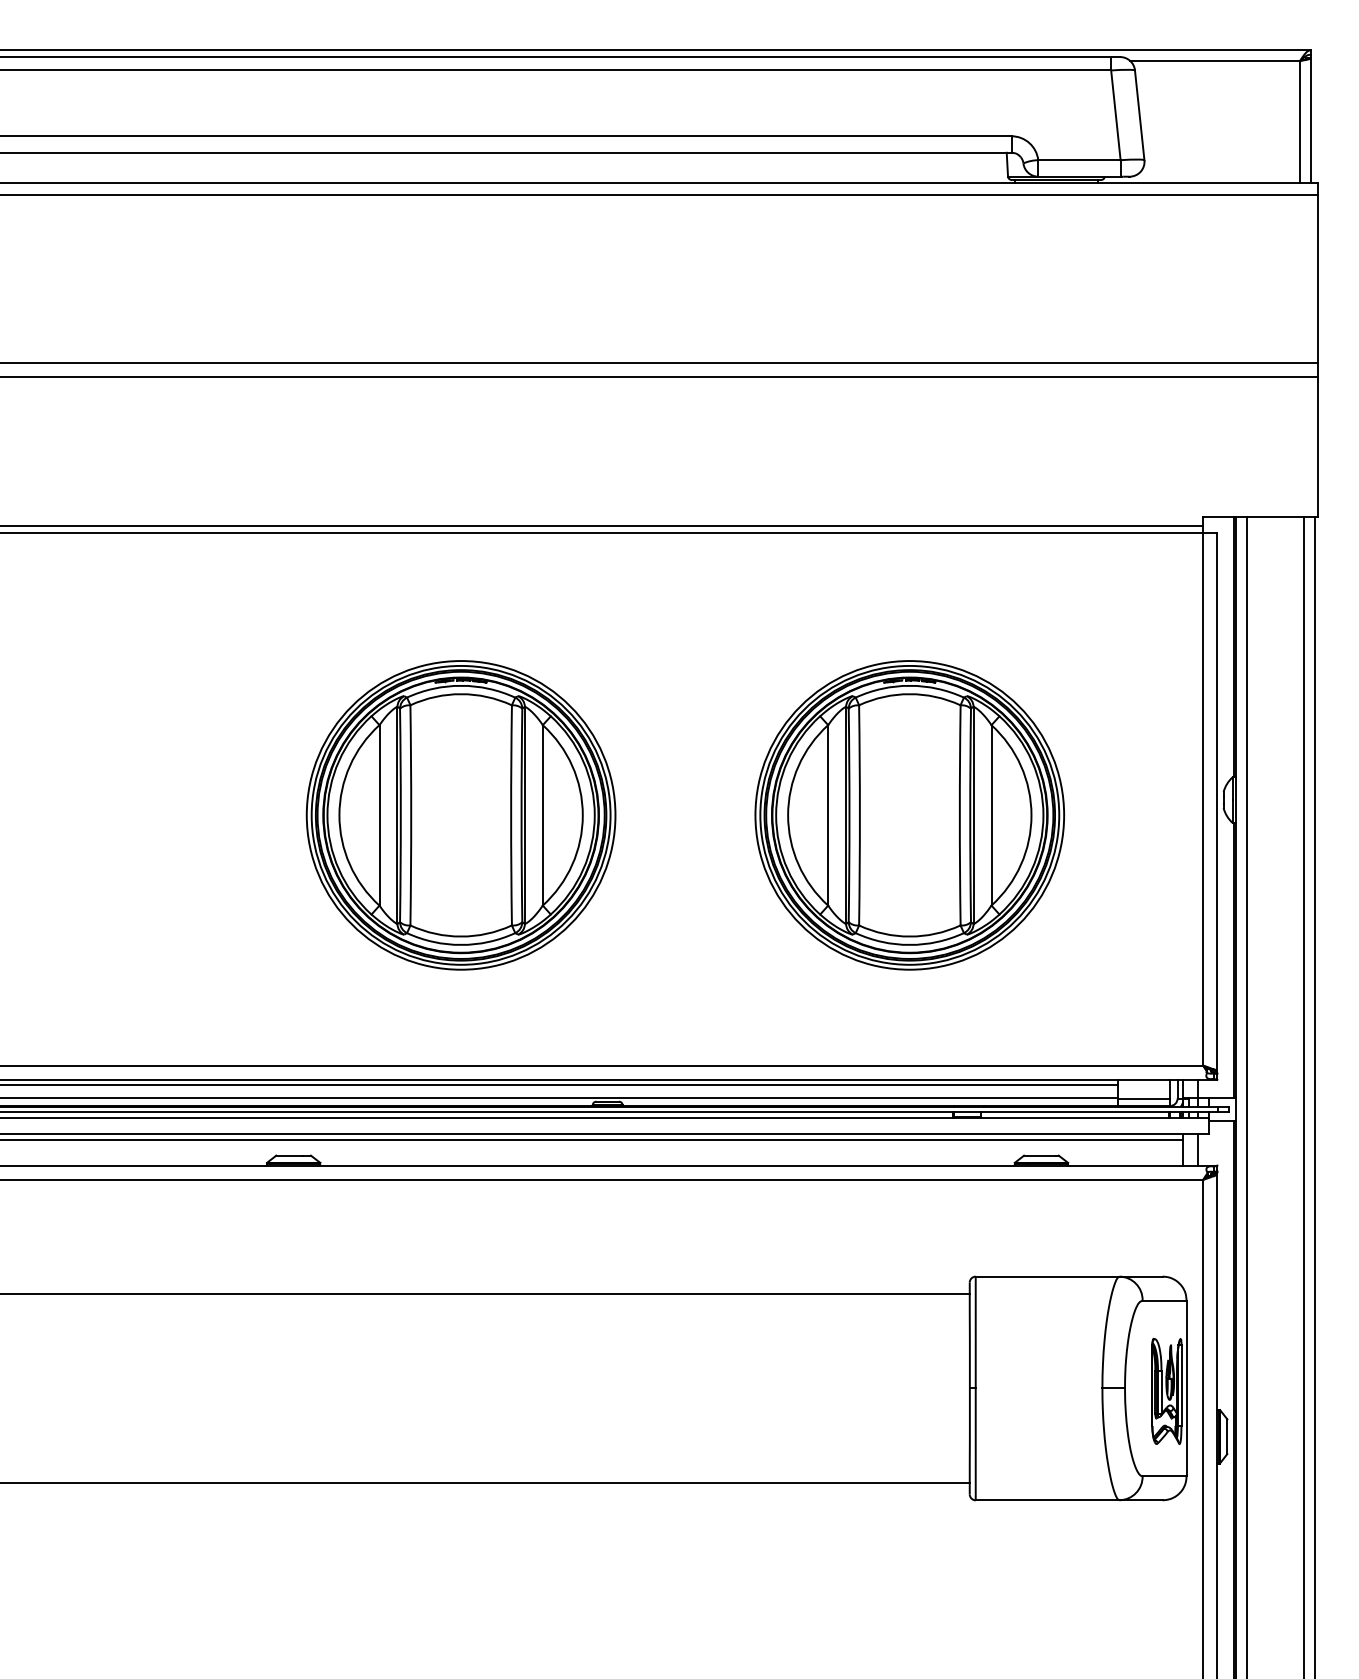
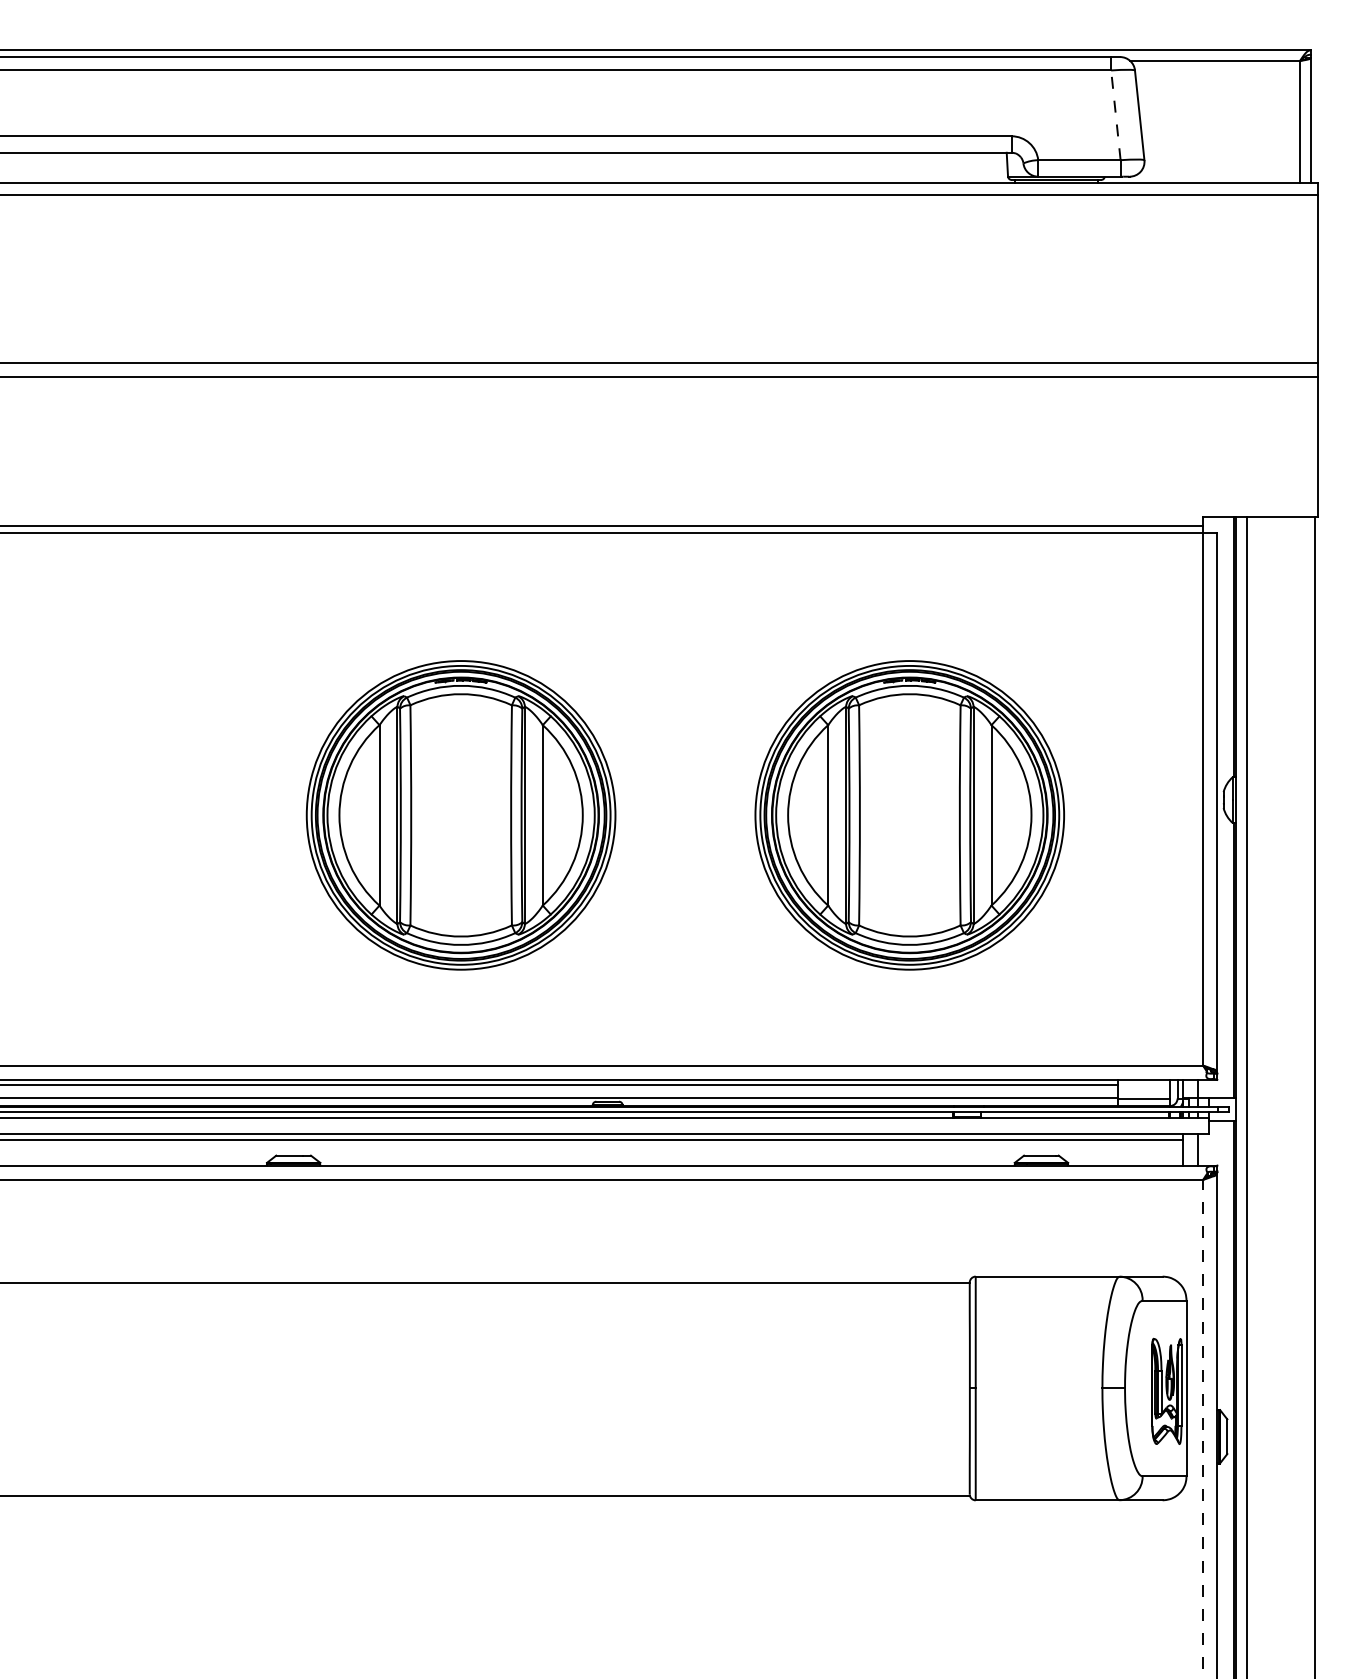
line at (1115, 114): solid -> dashed
line at (1303, 1096): present -> none
line at (485, 1294) position: (485, 1294) -> (485, 1283)
line at (1203, 1428): solid -> dashed
line at (485, 1482) position: (485, 1482) -> (485, 1495)
